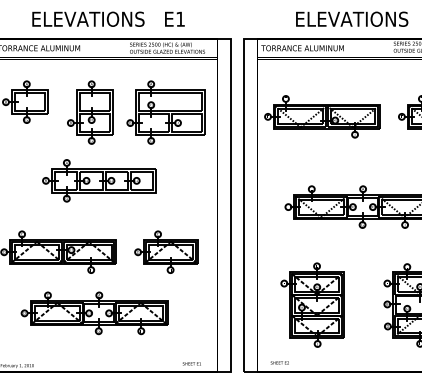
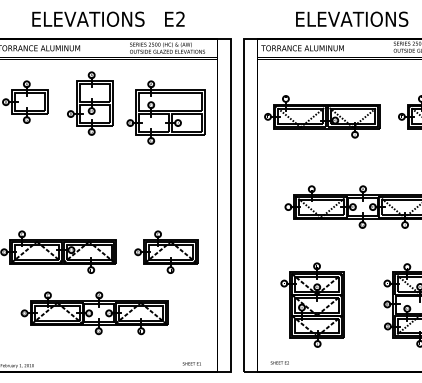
text at (180, 18): E1 -> E2
part at (90, 112) position: (90, 112) -> (90, 103)
part at (99, 180): present -> none
